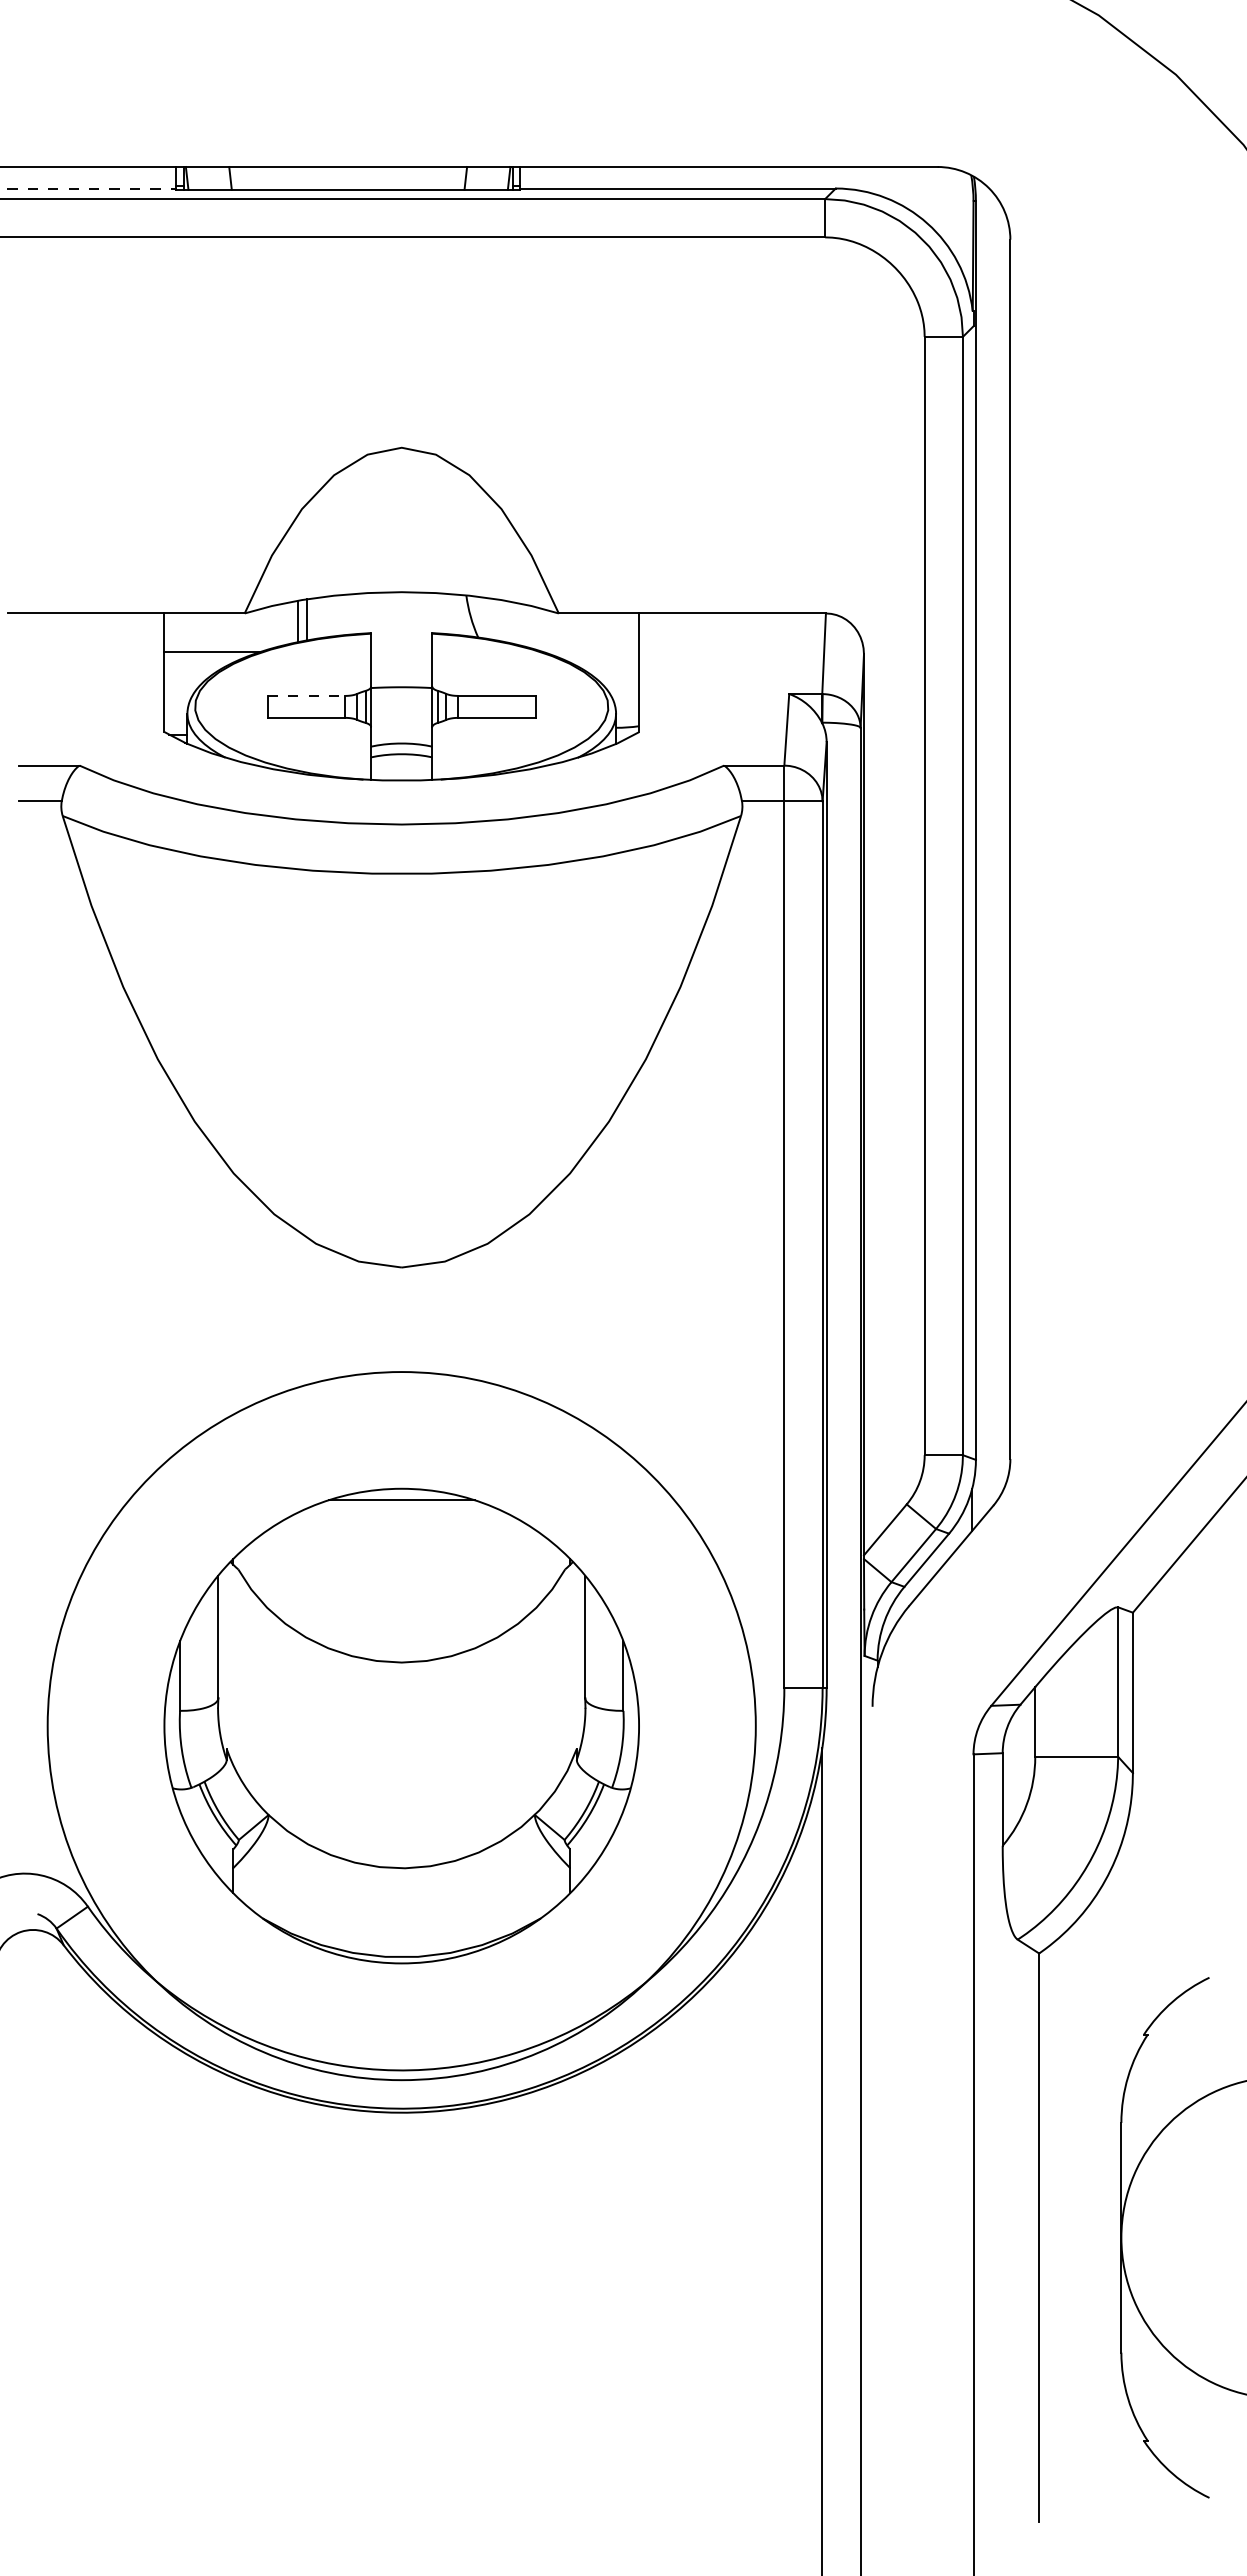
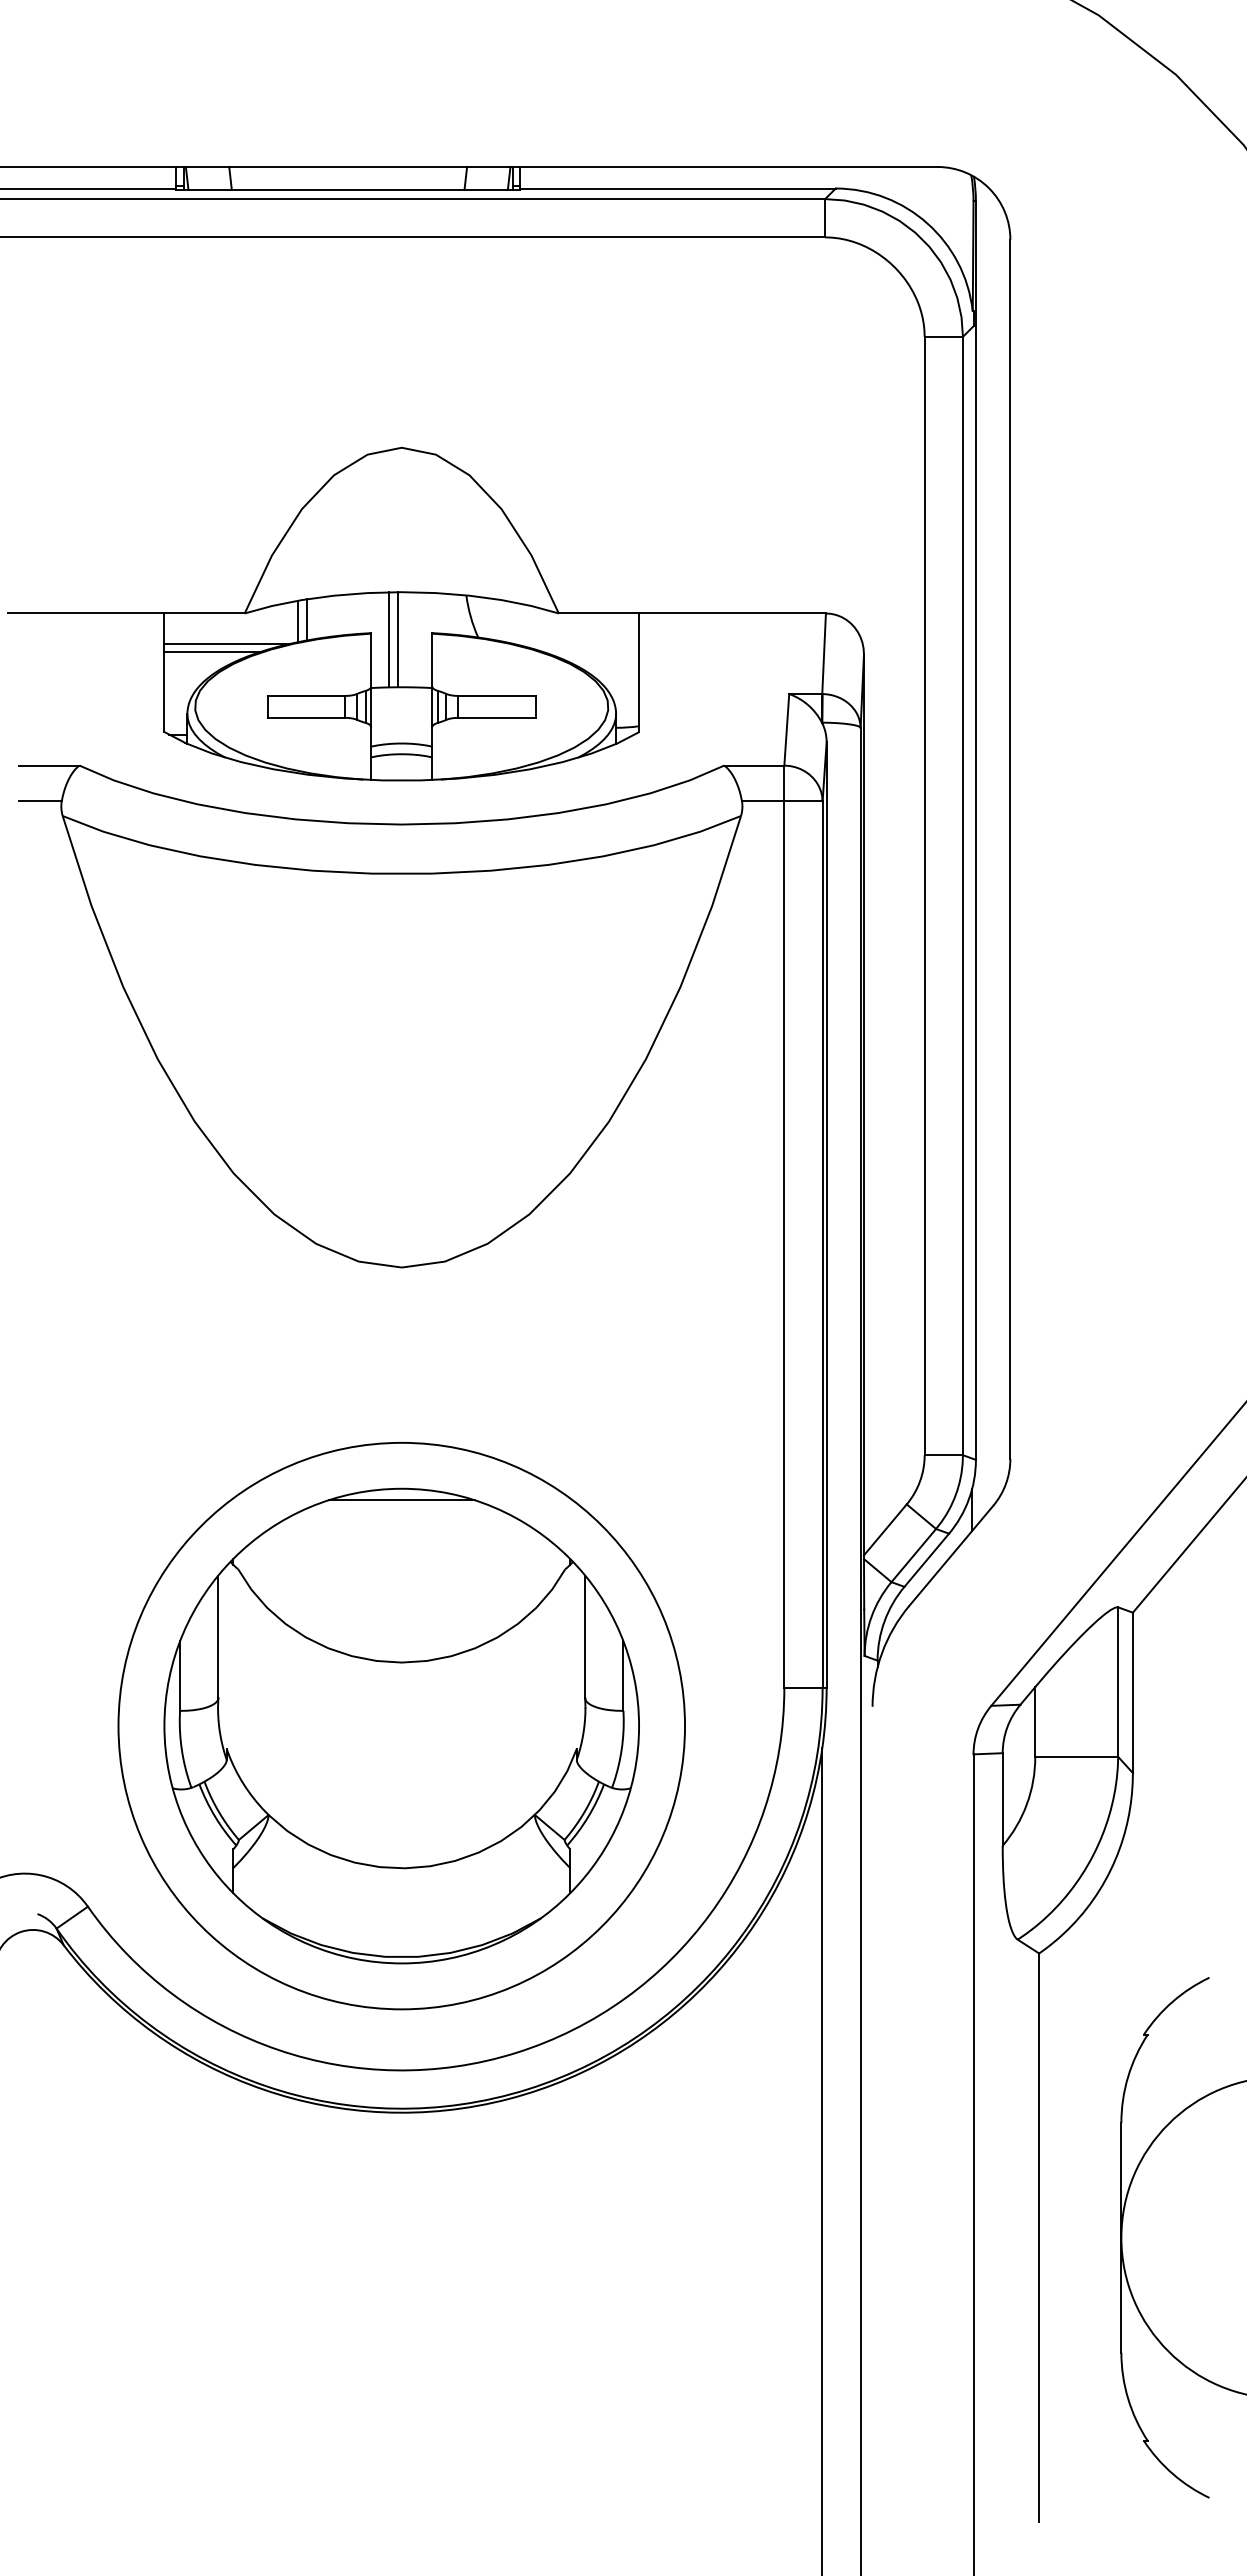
line at (88, 188): dashed -> solid
line at (389, 639): none -> present
line at (397, 639): none -> present
line at (227, 643): none -> present
line at (306, 695): dashed -> solid
circle at (401, 1726) diameter: 708 px -> 567 px
